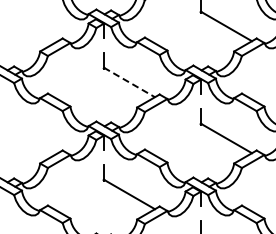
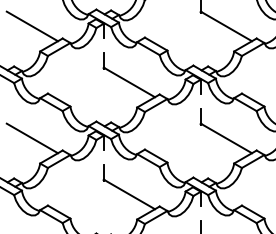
line at (32, 26): none -> present
line at (129, 82): dashed -> solid
line at (32, 138): none -> present
